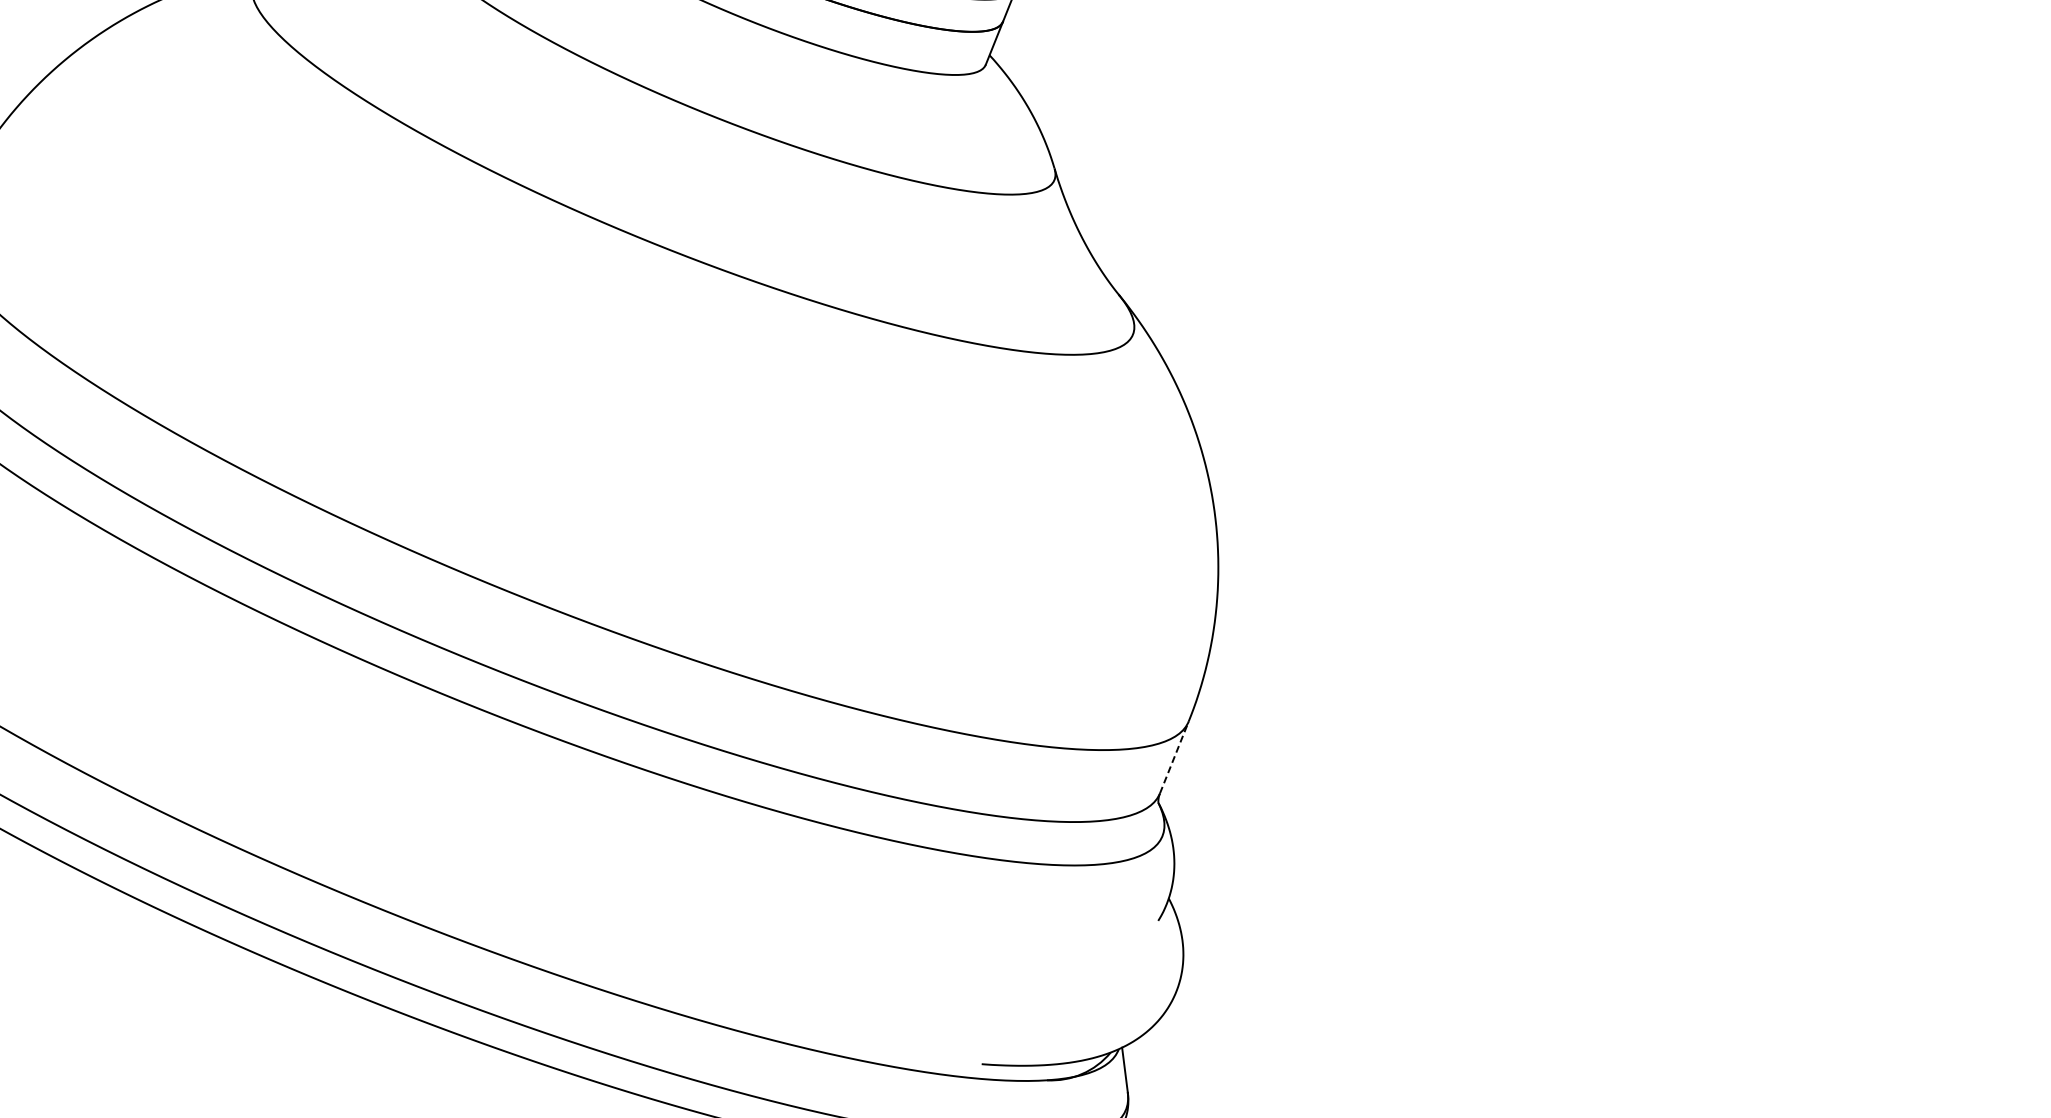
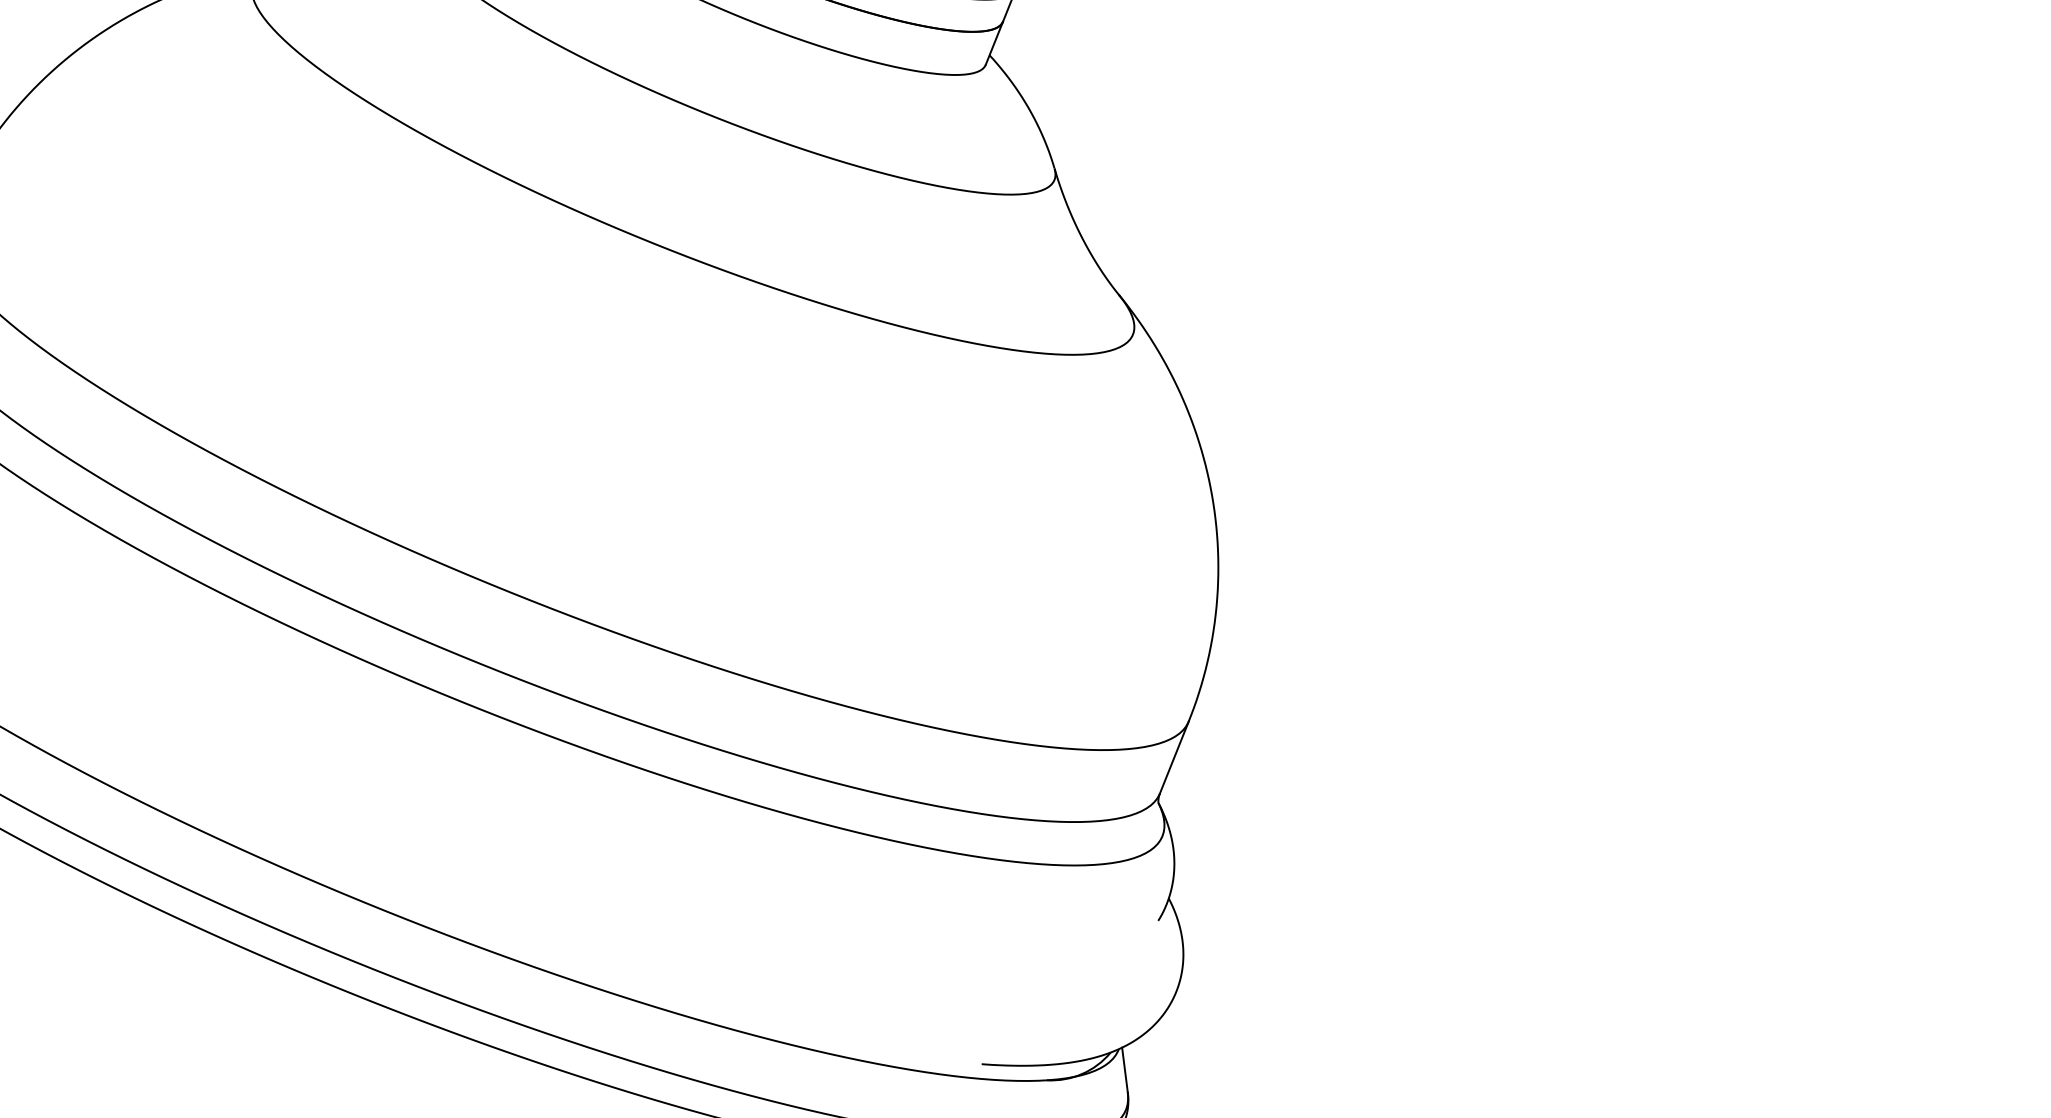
line at (1174, 757): dashed -> solid
